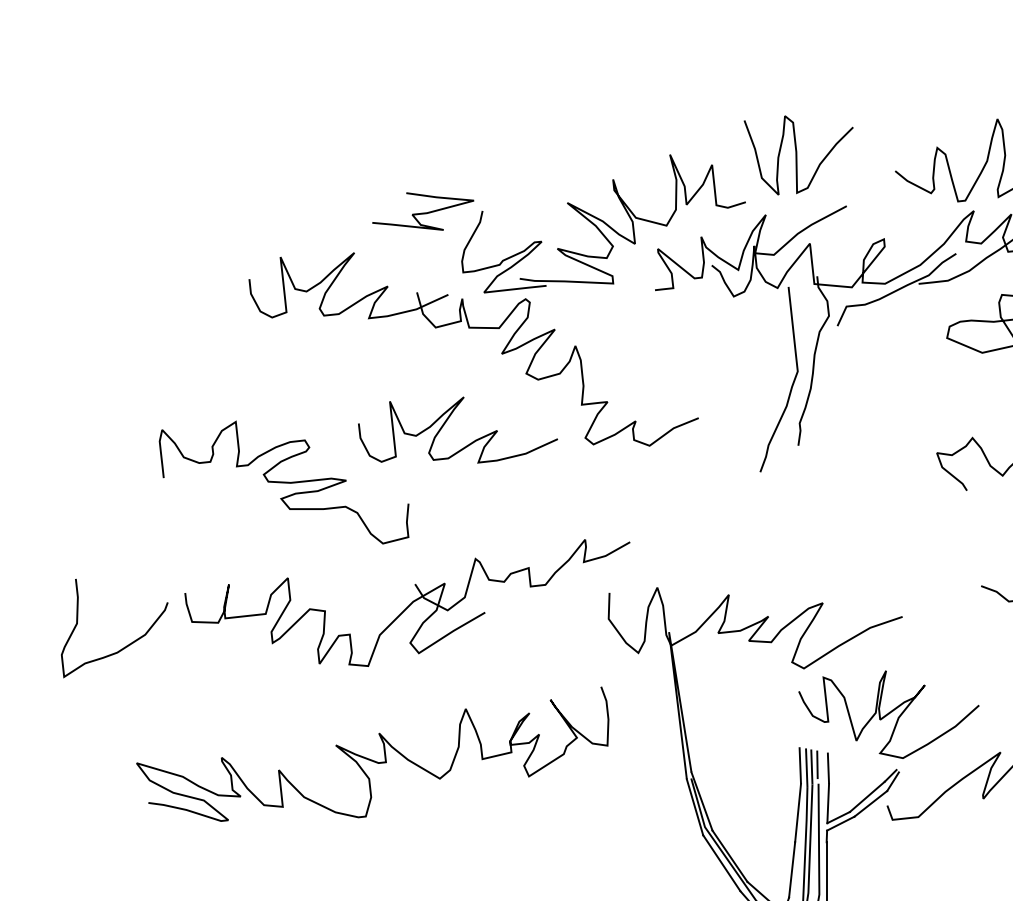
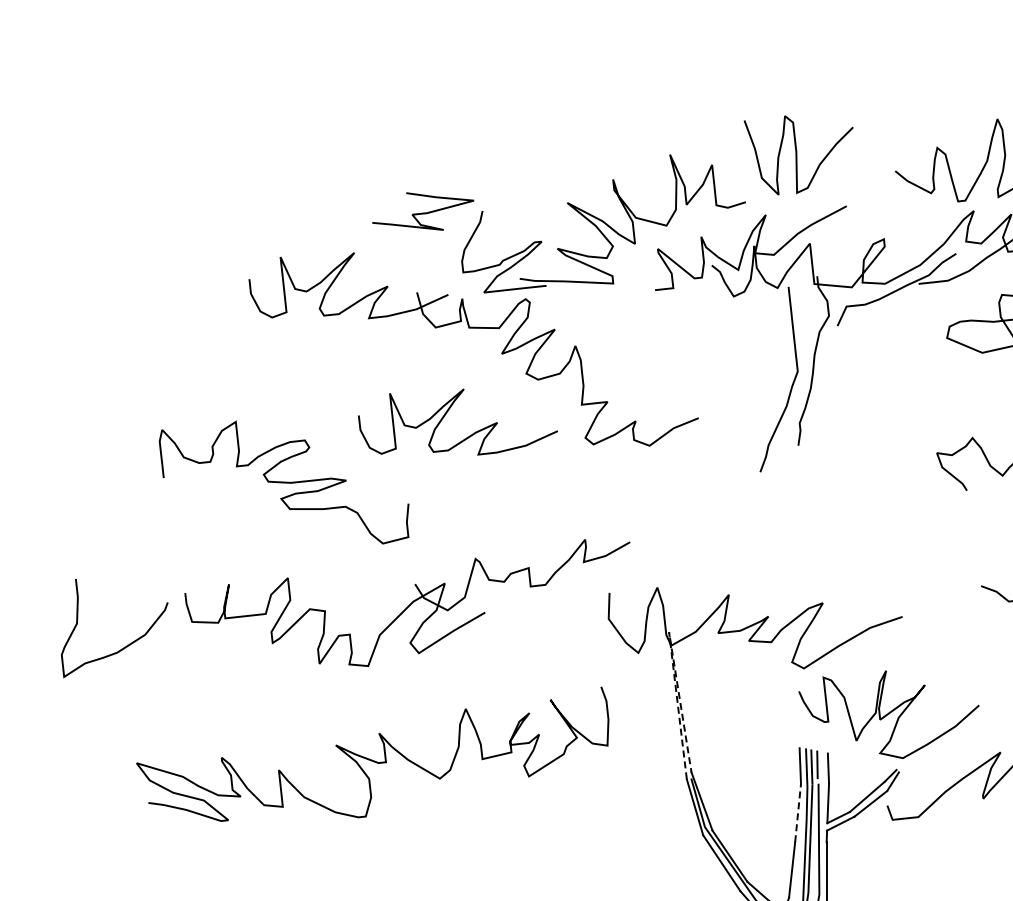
curve at (446, 422) position: (446, 422) -> (446, 414)
line at (669, 634): solid -> dashed
line at (798, 812): solid -> dashed
